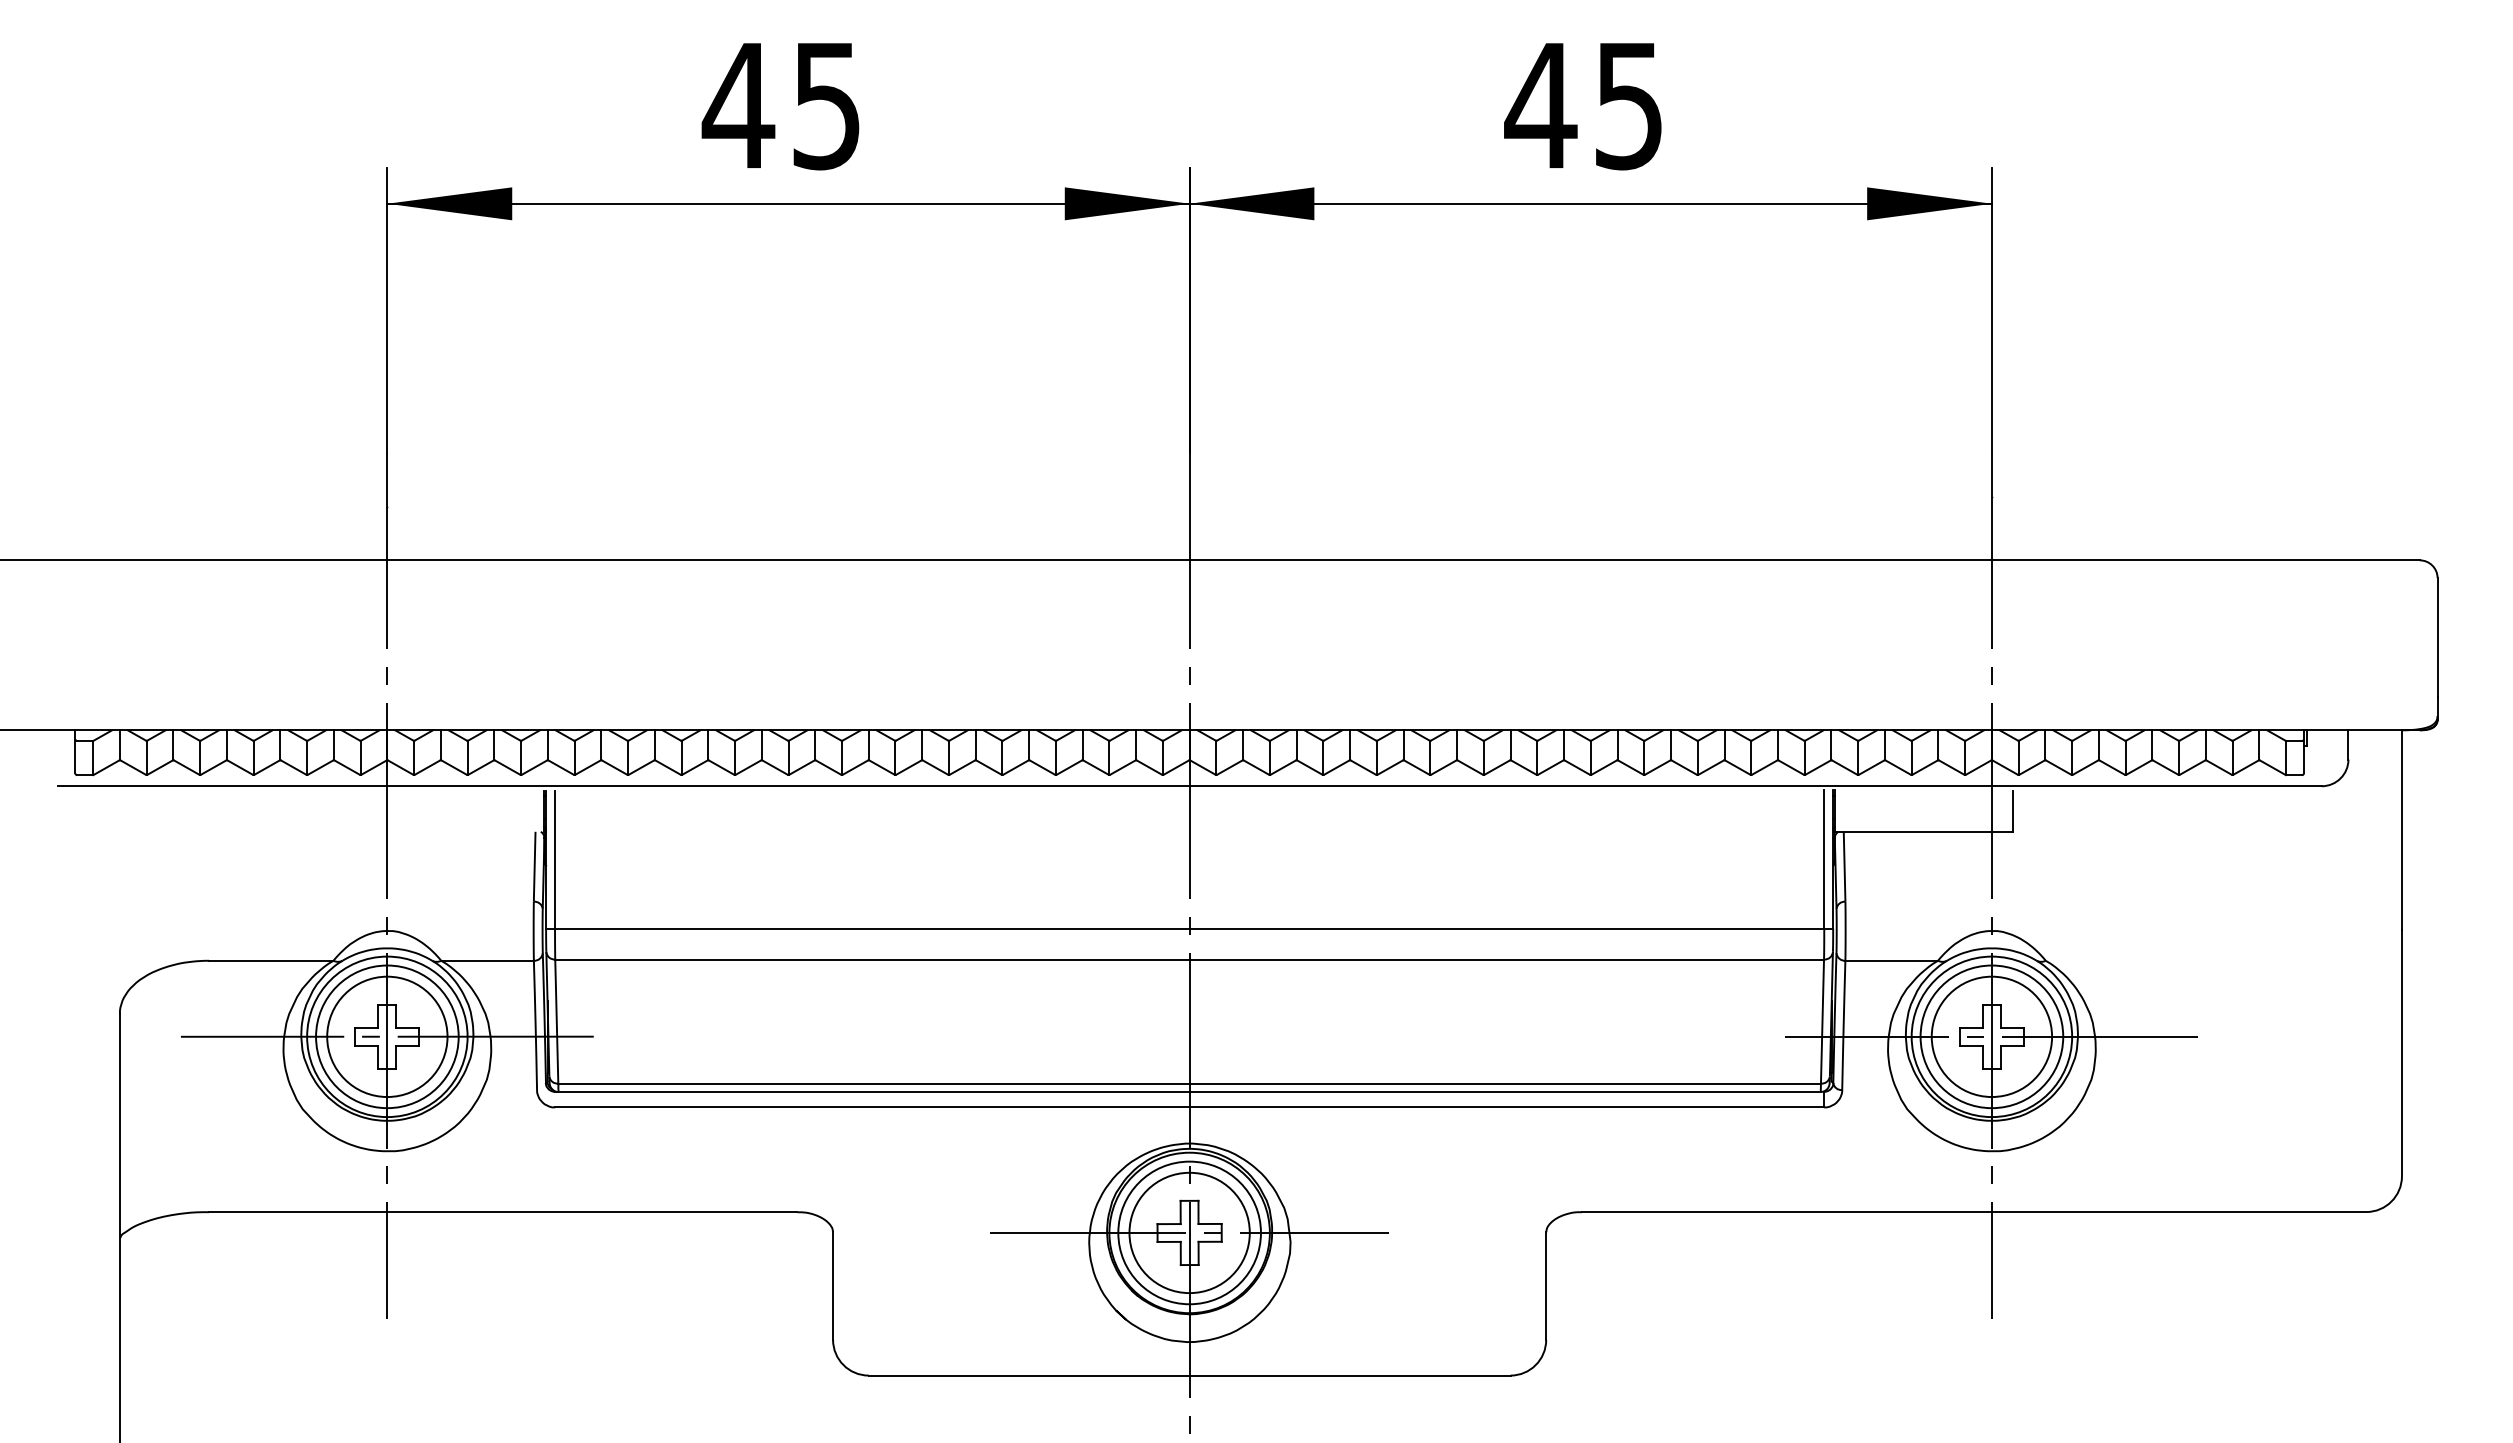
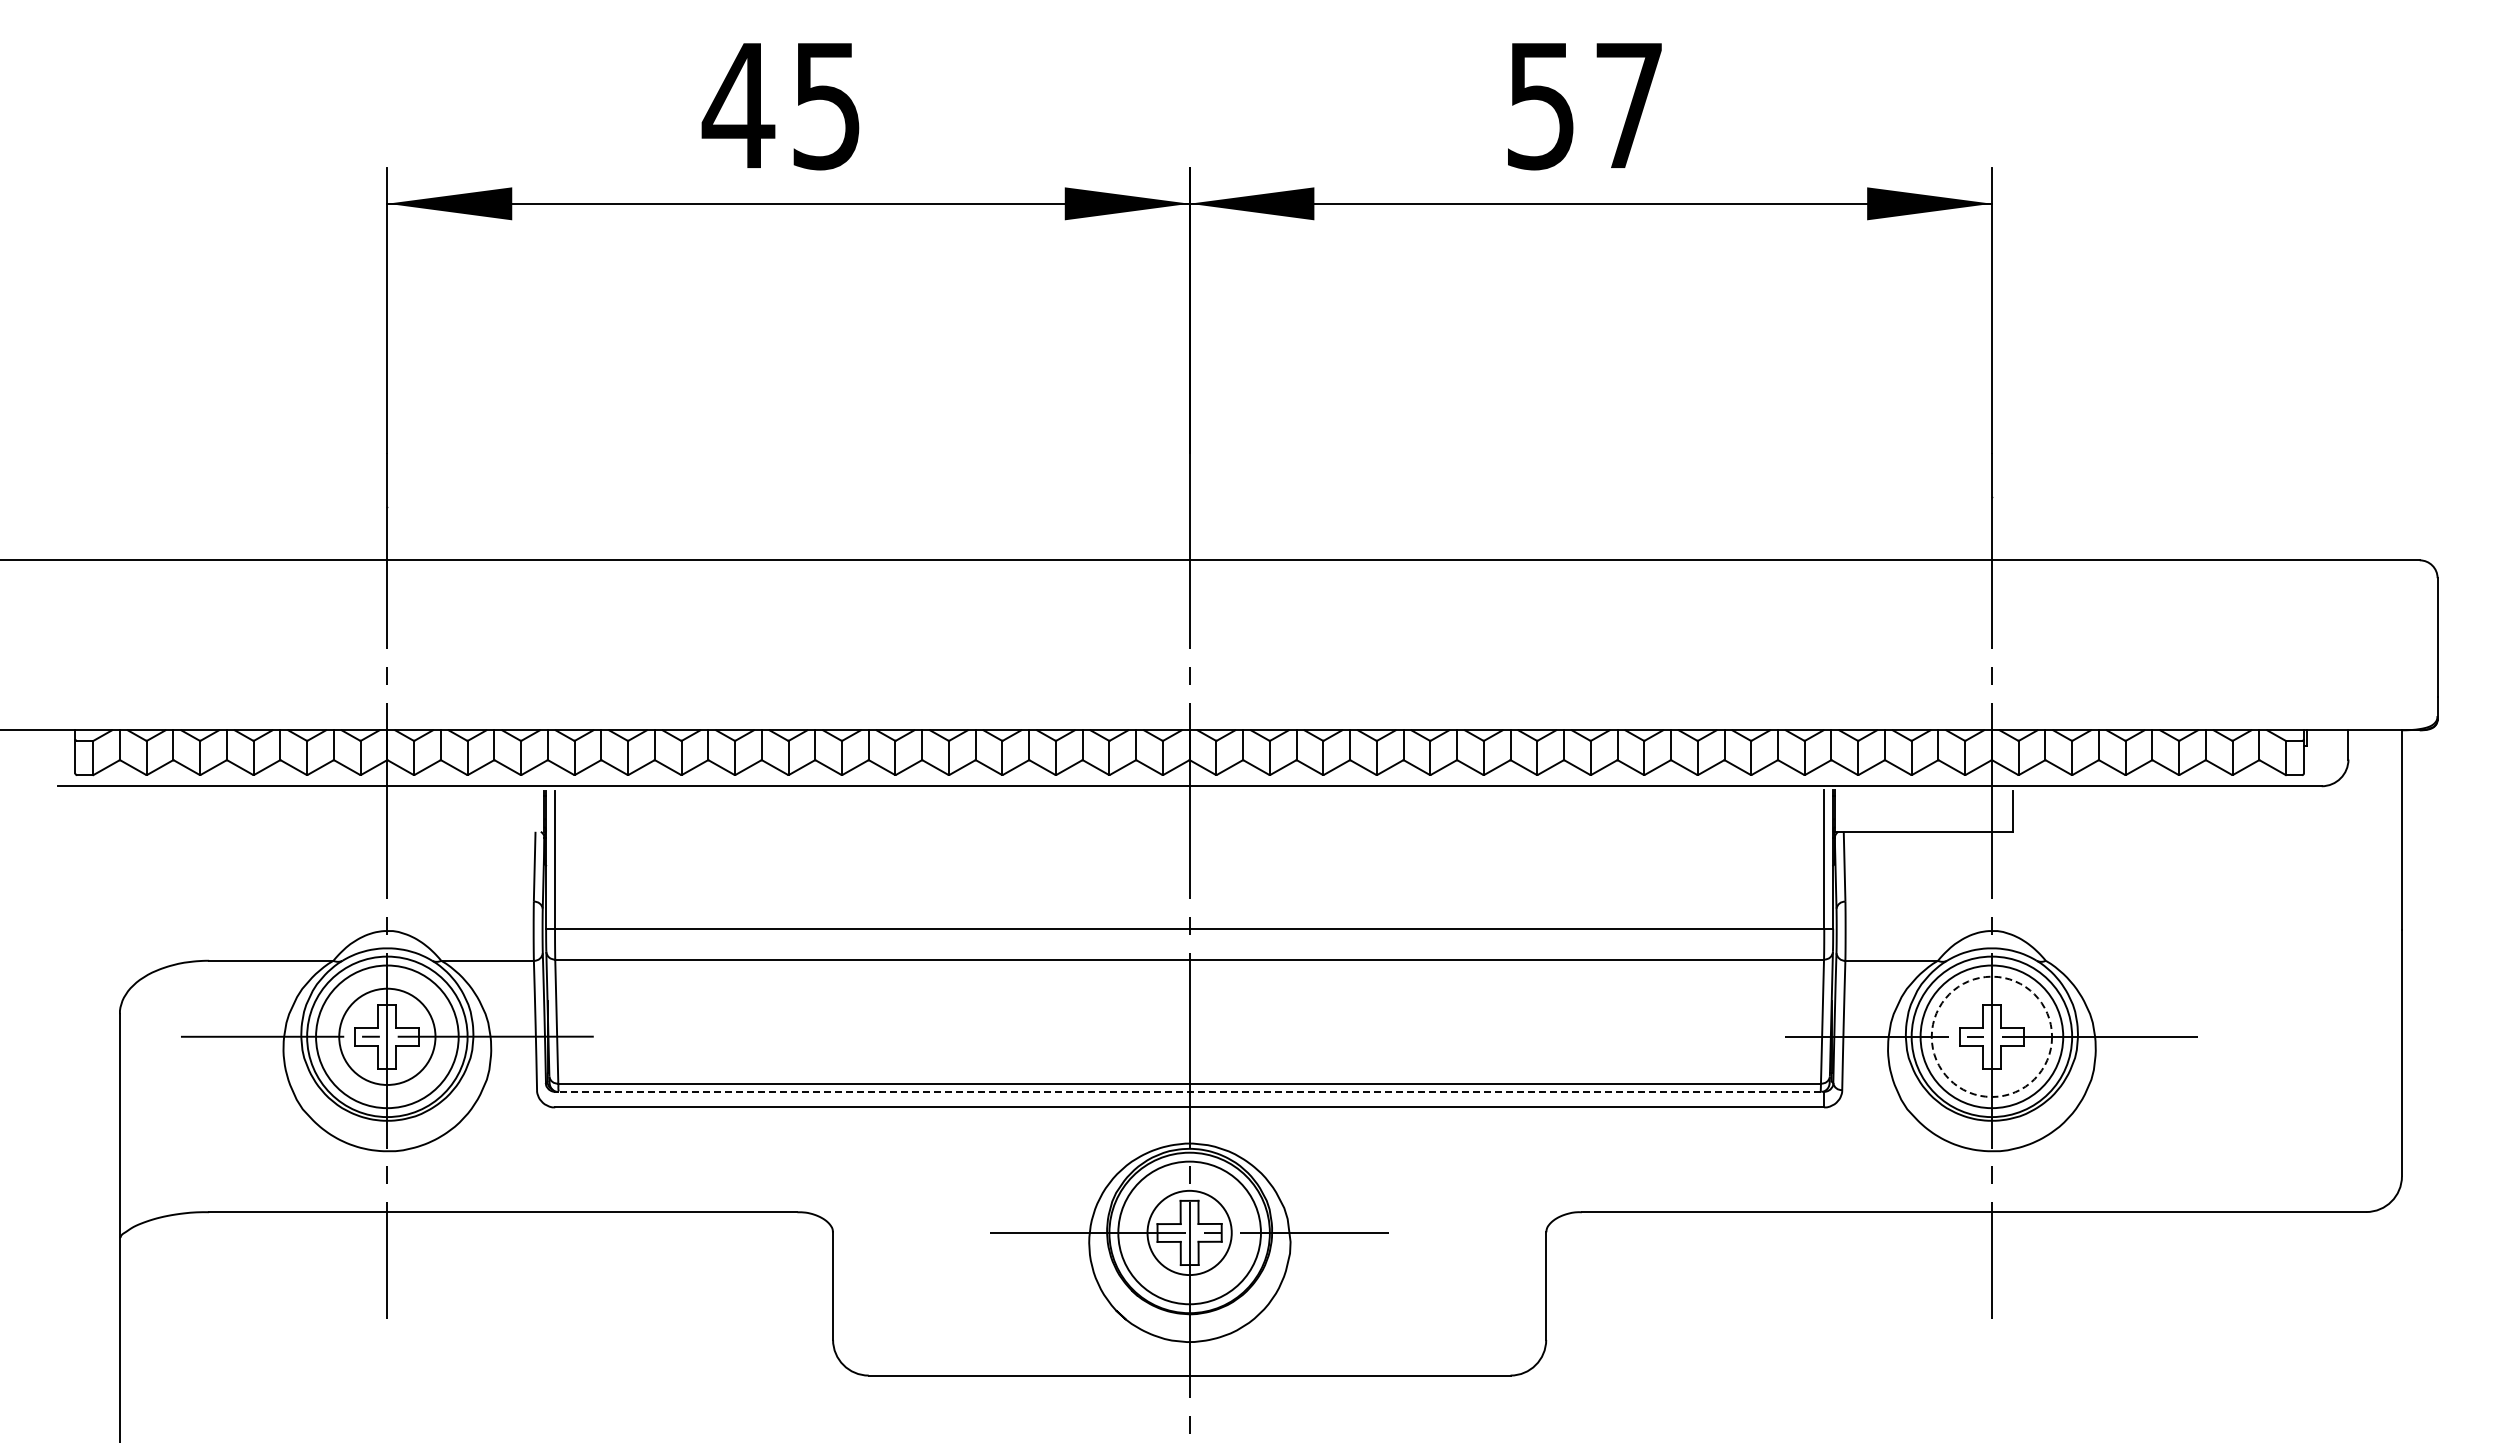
text at (1582, 106): 45 -> 57
circle at (387, 1036) diameter: 120 px -> 96 px
circle at (1991, 1036): solid -> dashed
line at (1189, 1092): solid -> dashed
circle at (1189, 1232) diameter: 120 px -> 84 px
